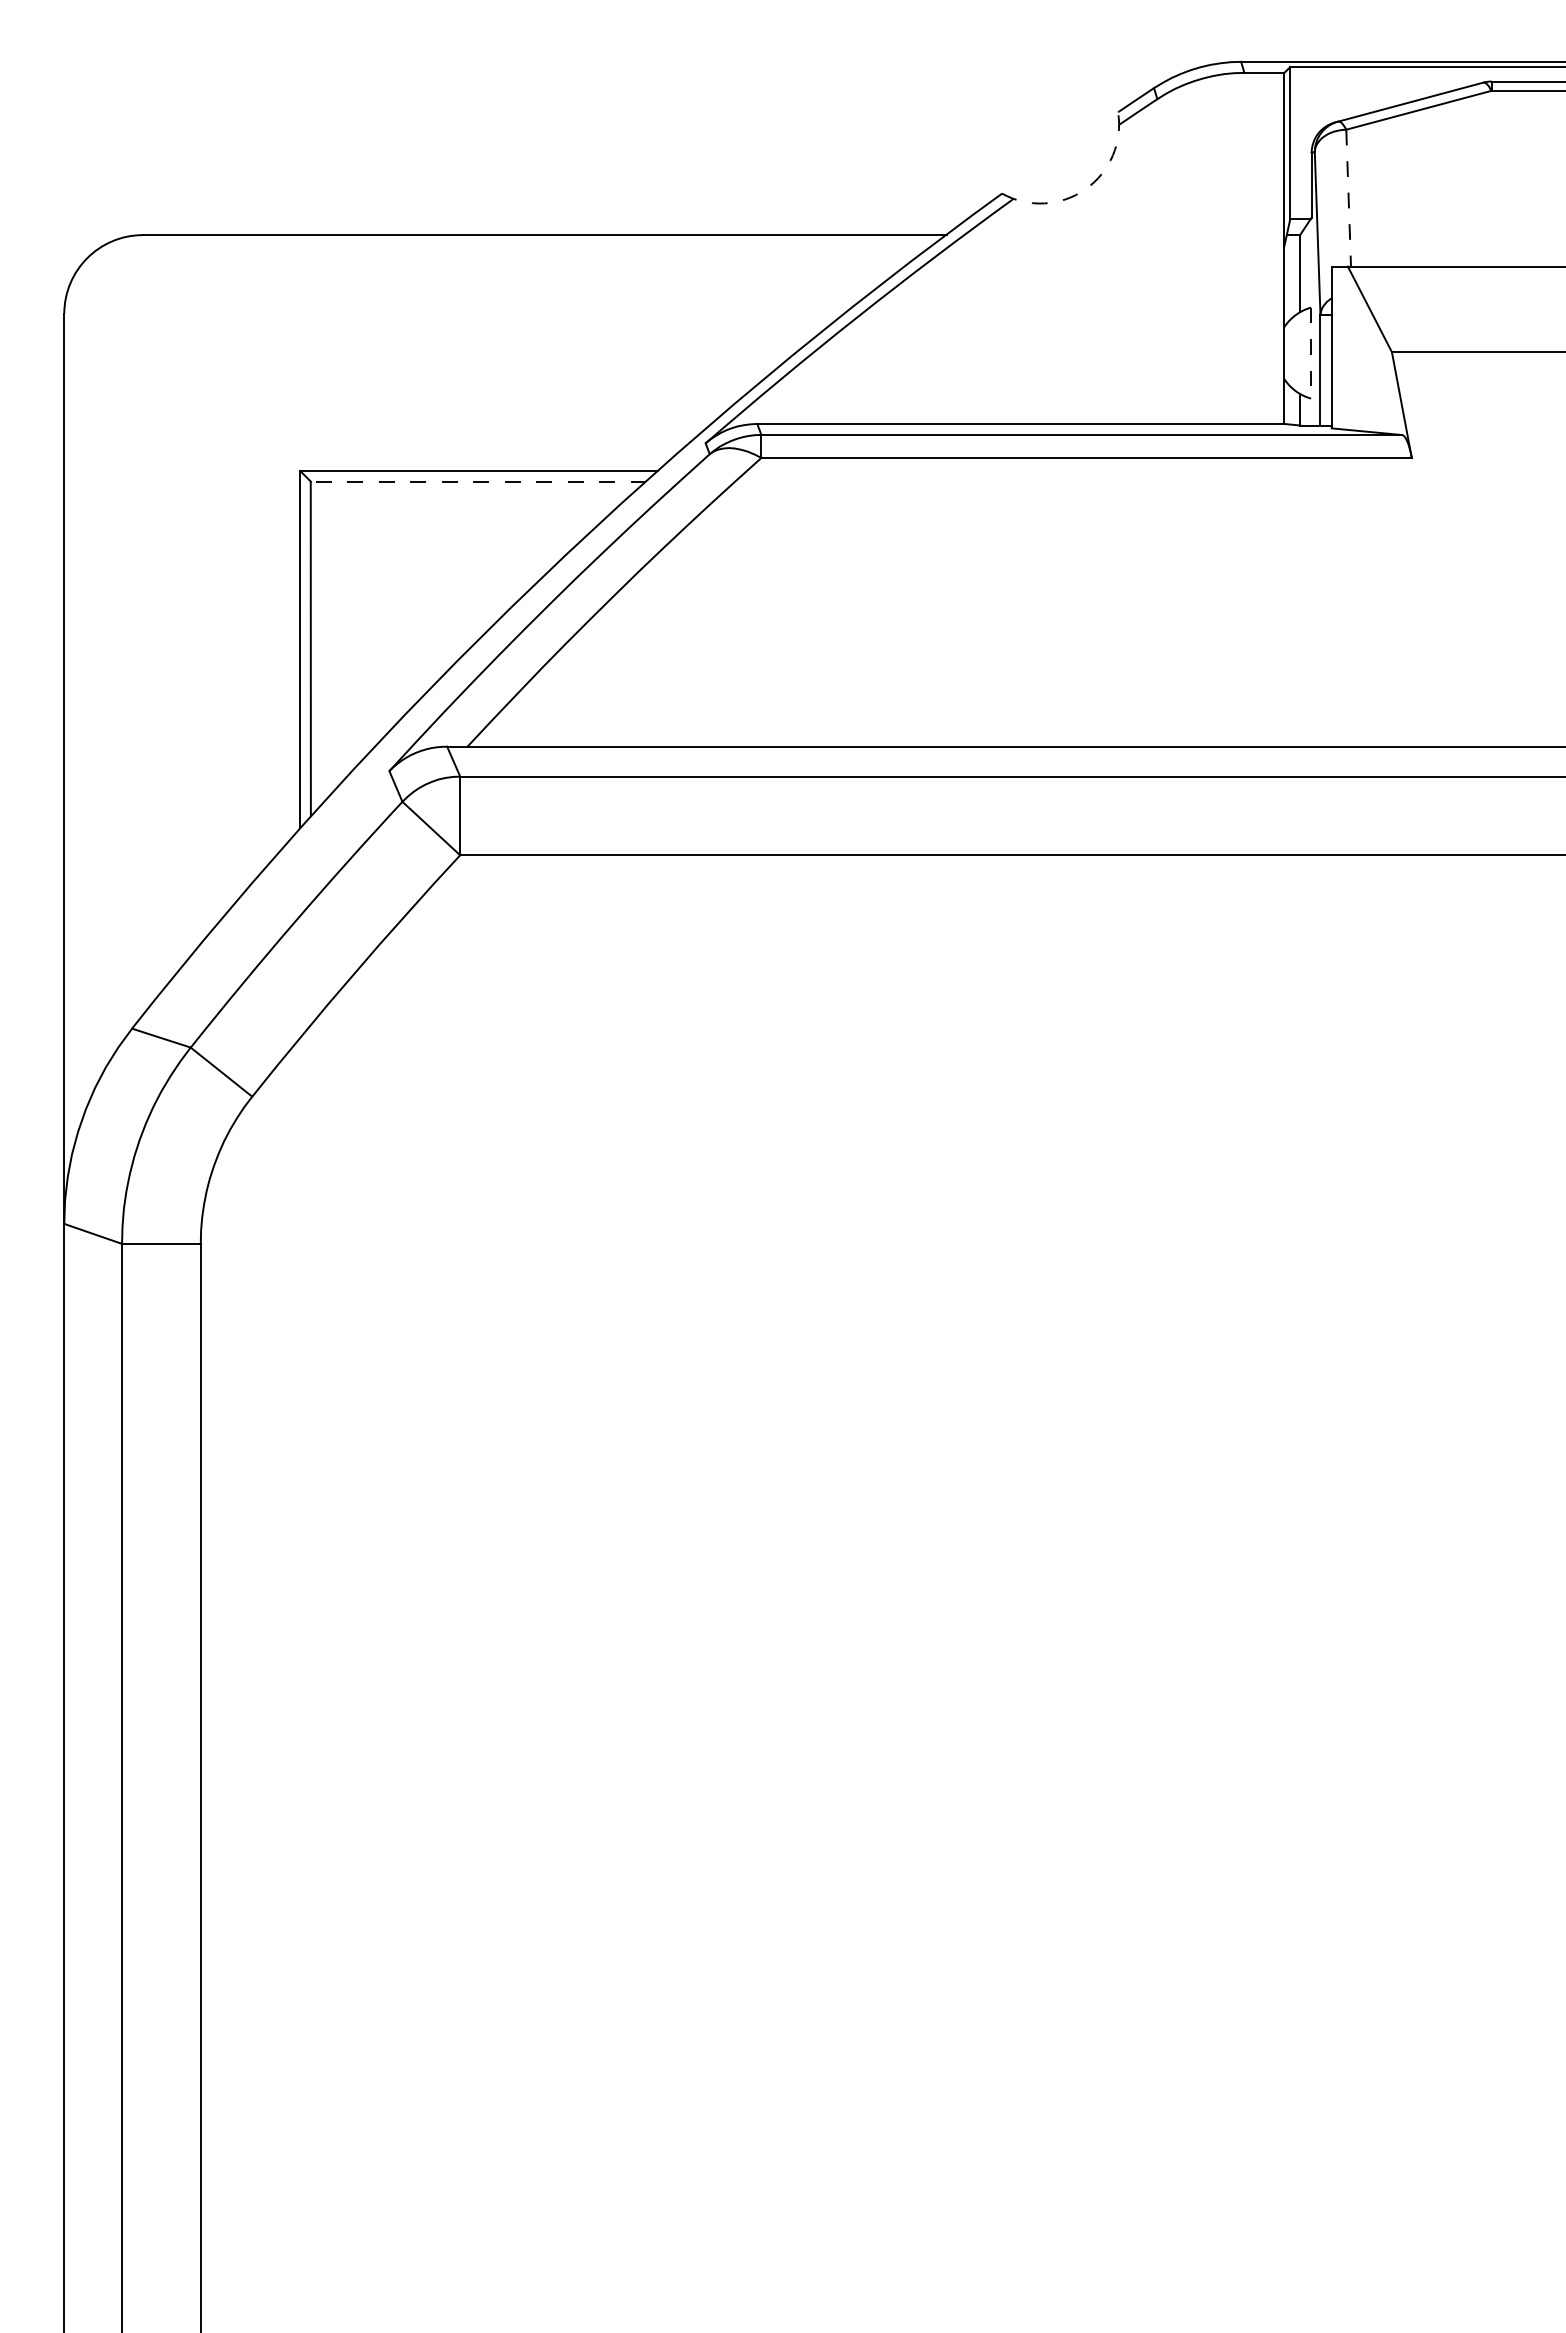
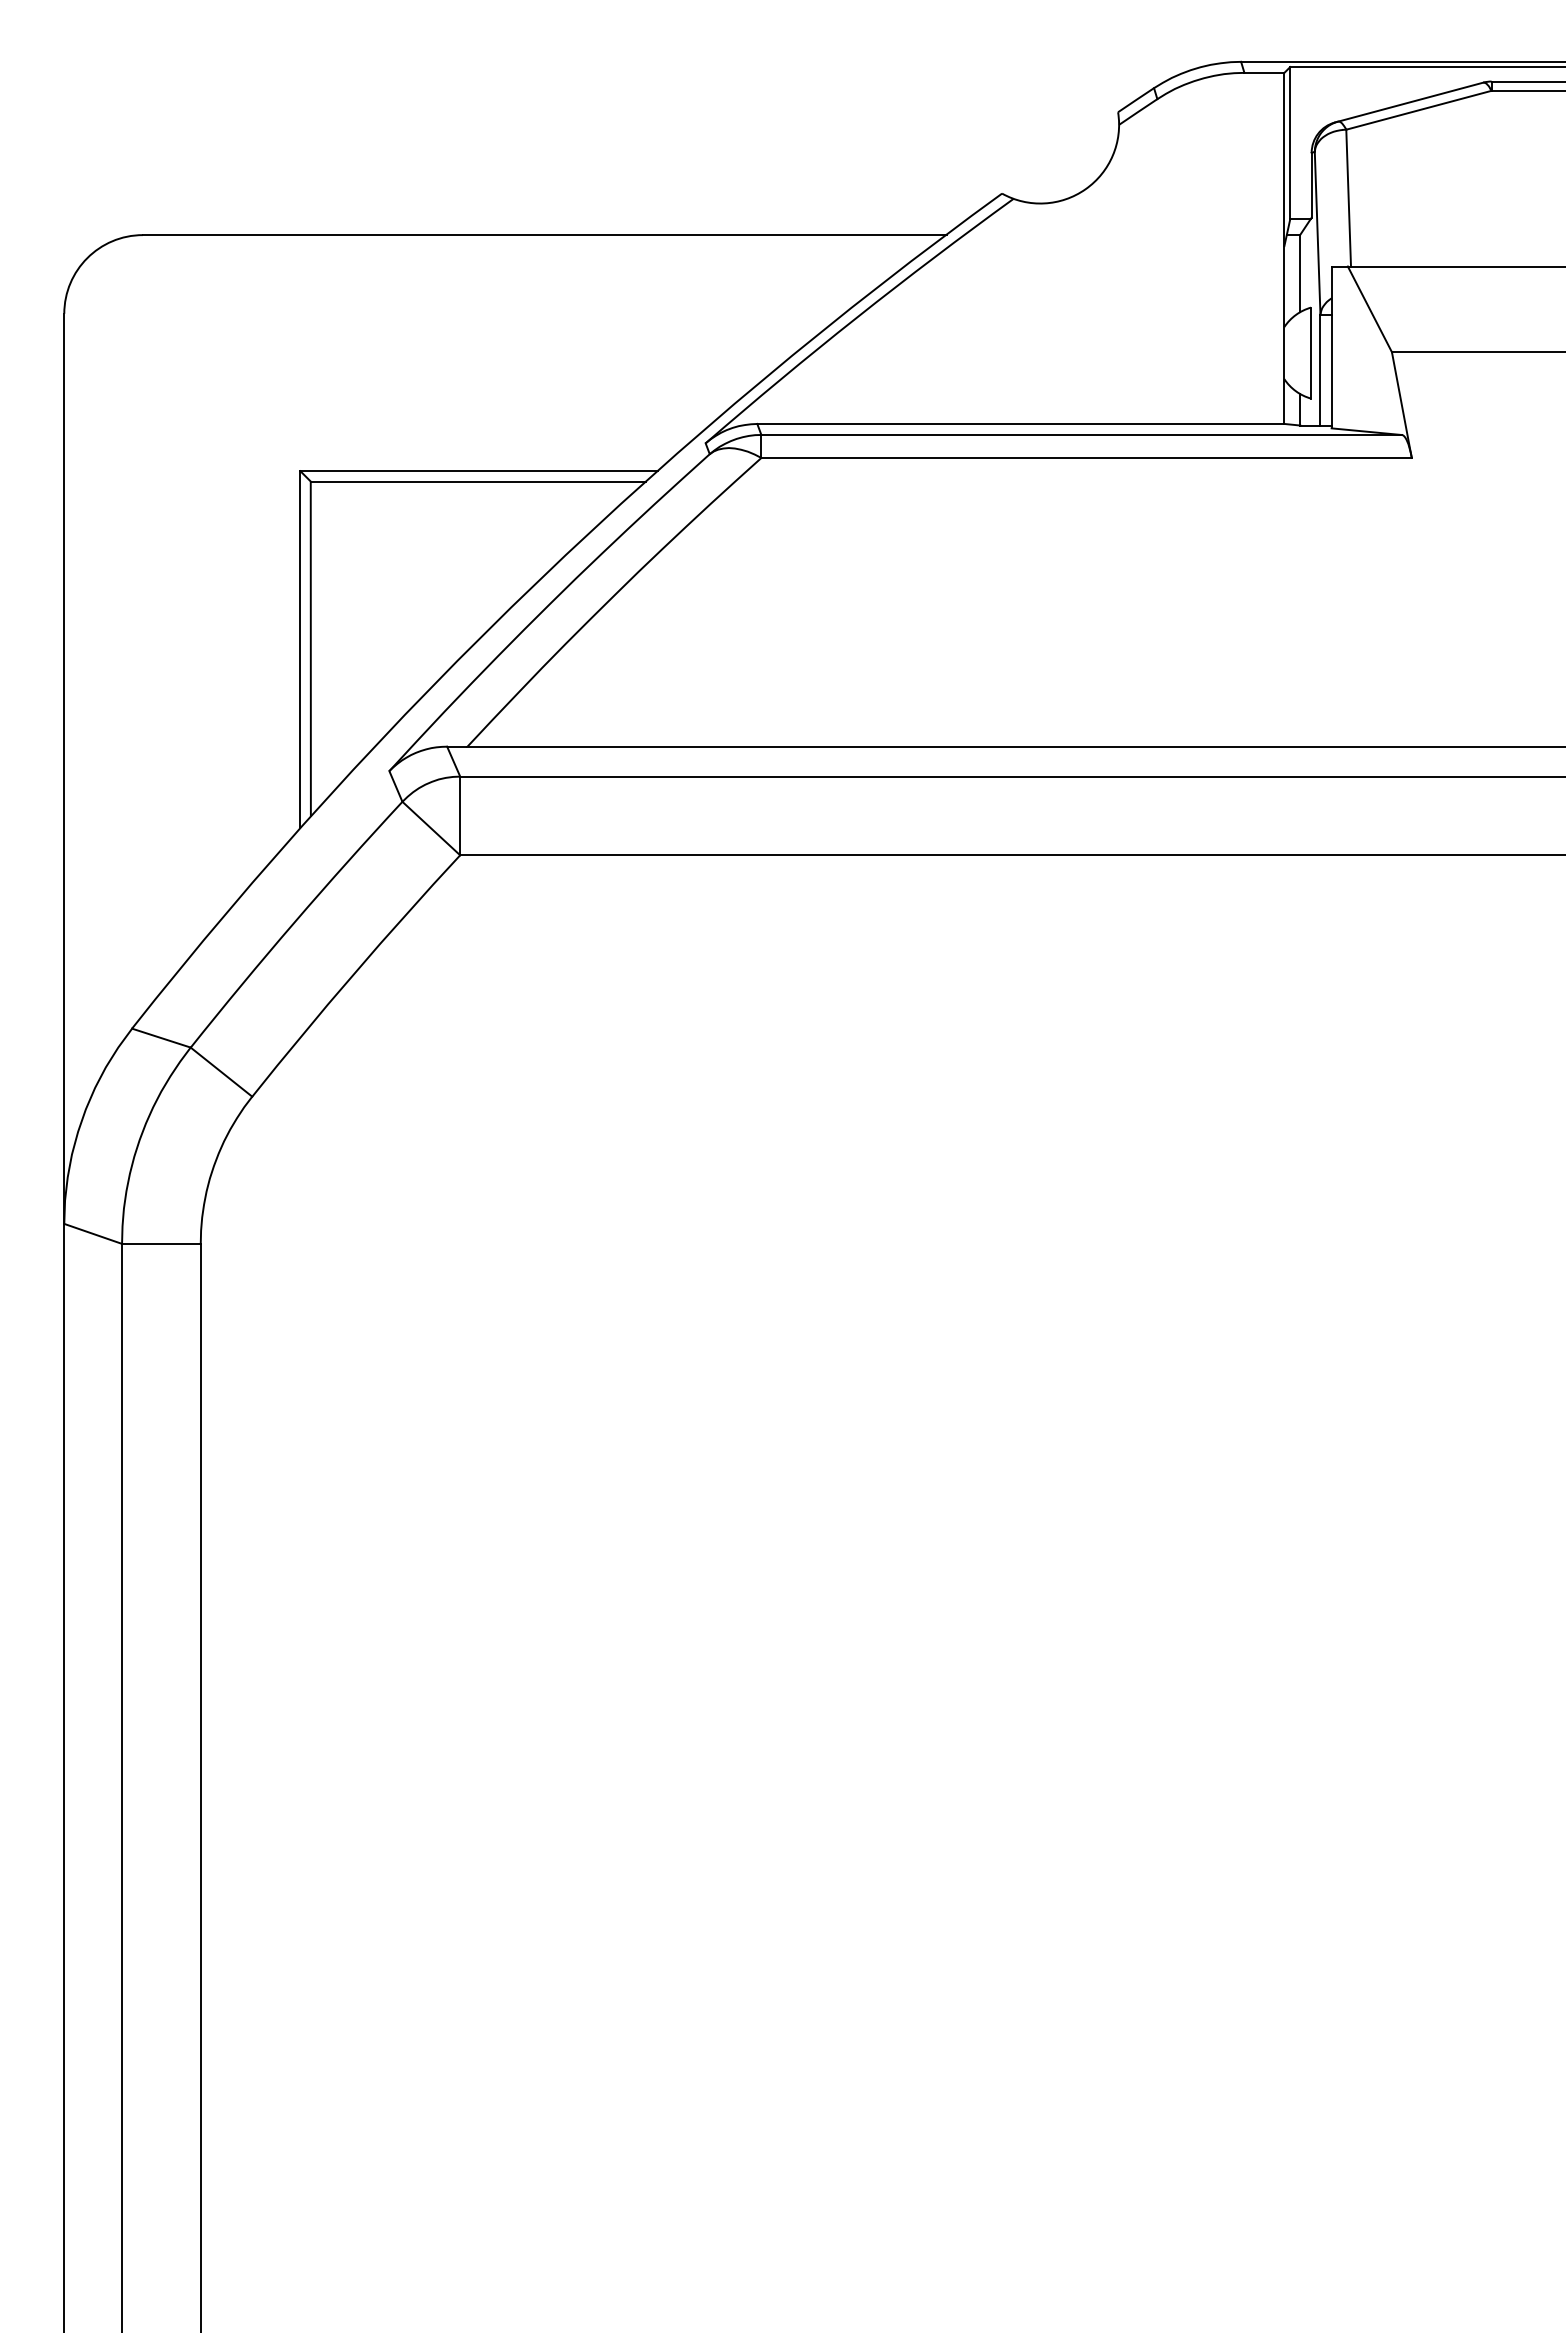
arc at (1085, 189): dashed -> solid
line at (1348, 198): dashed -> solid
line at (1311, 353): dashed -> solid
line at (478, 481): dashed -> solid
